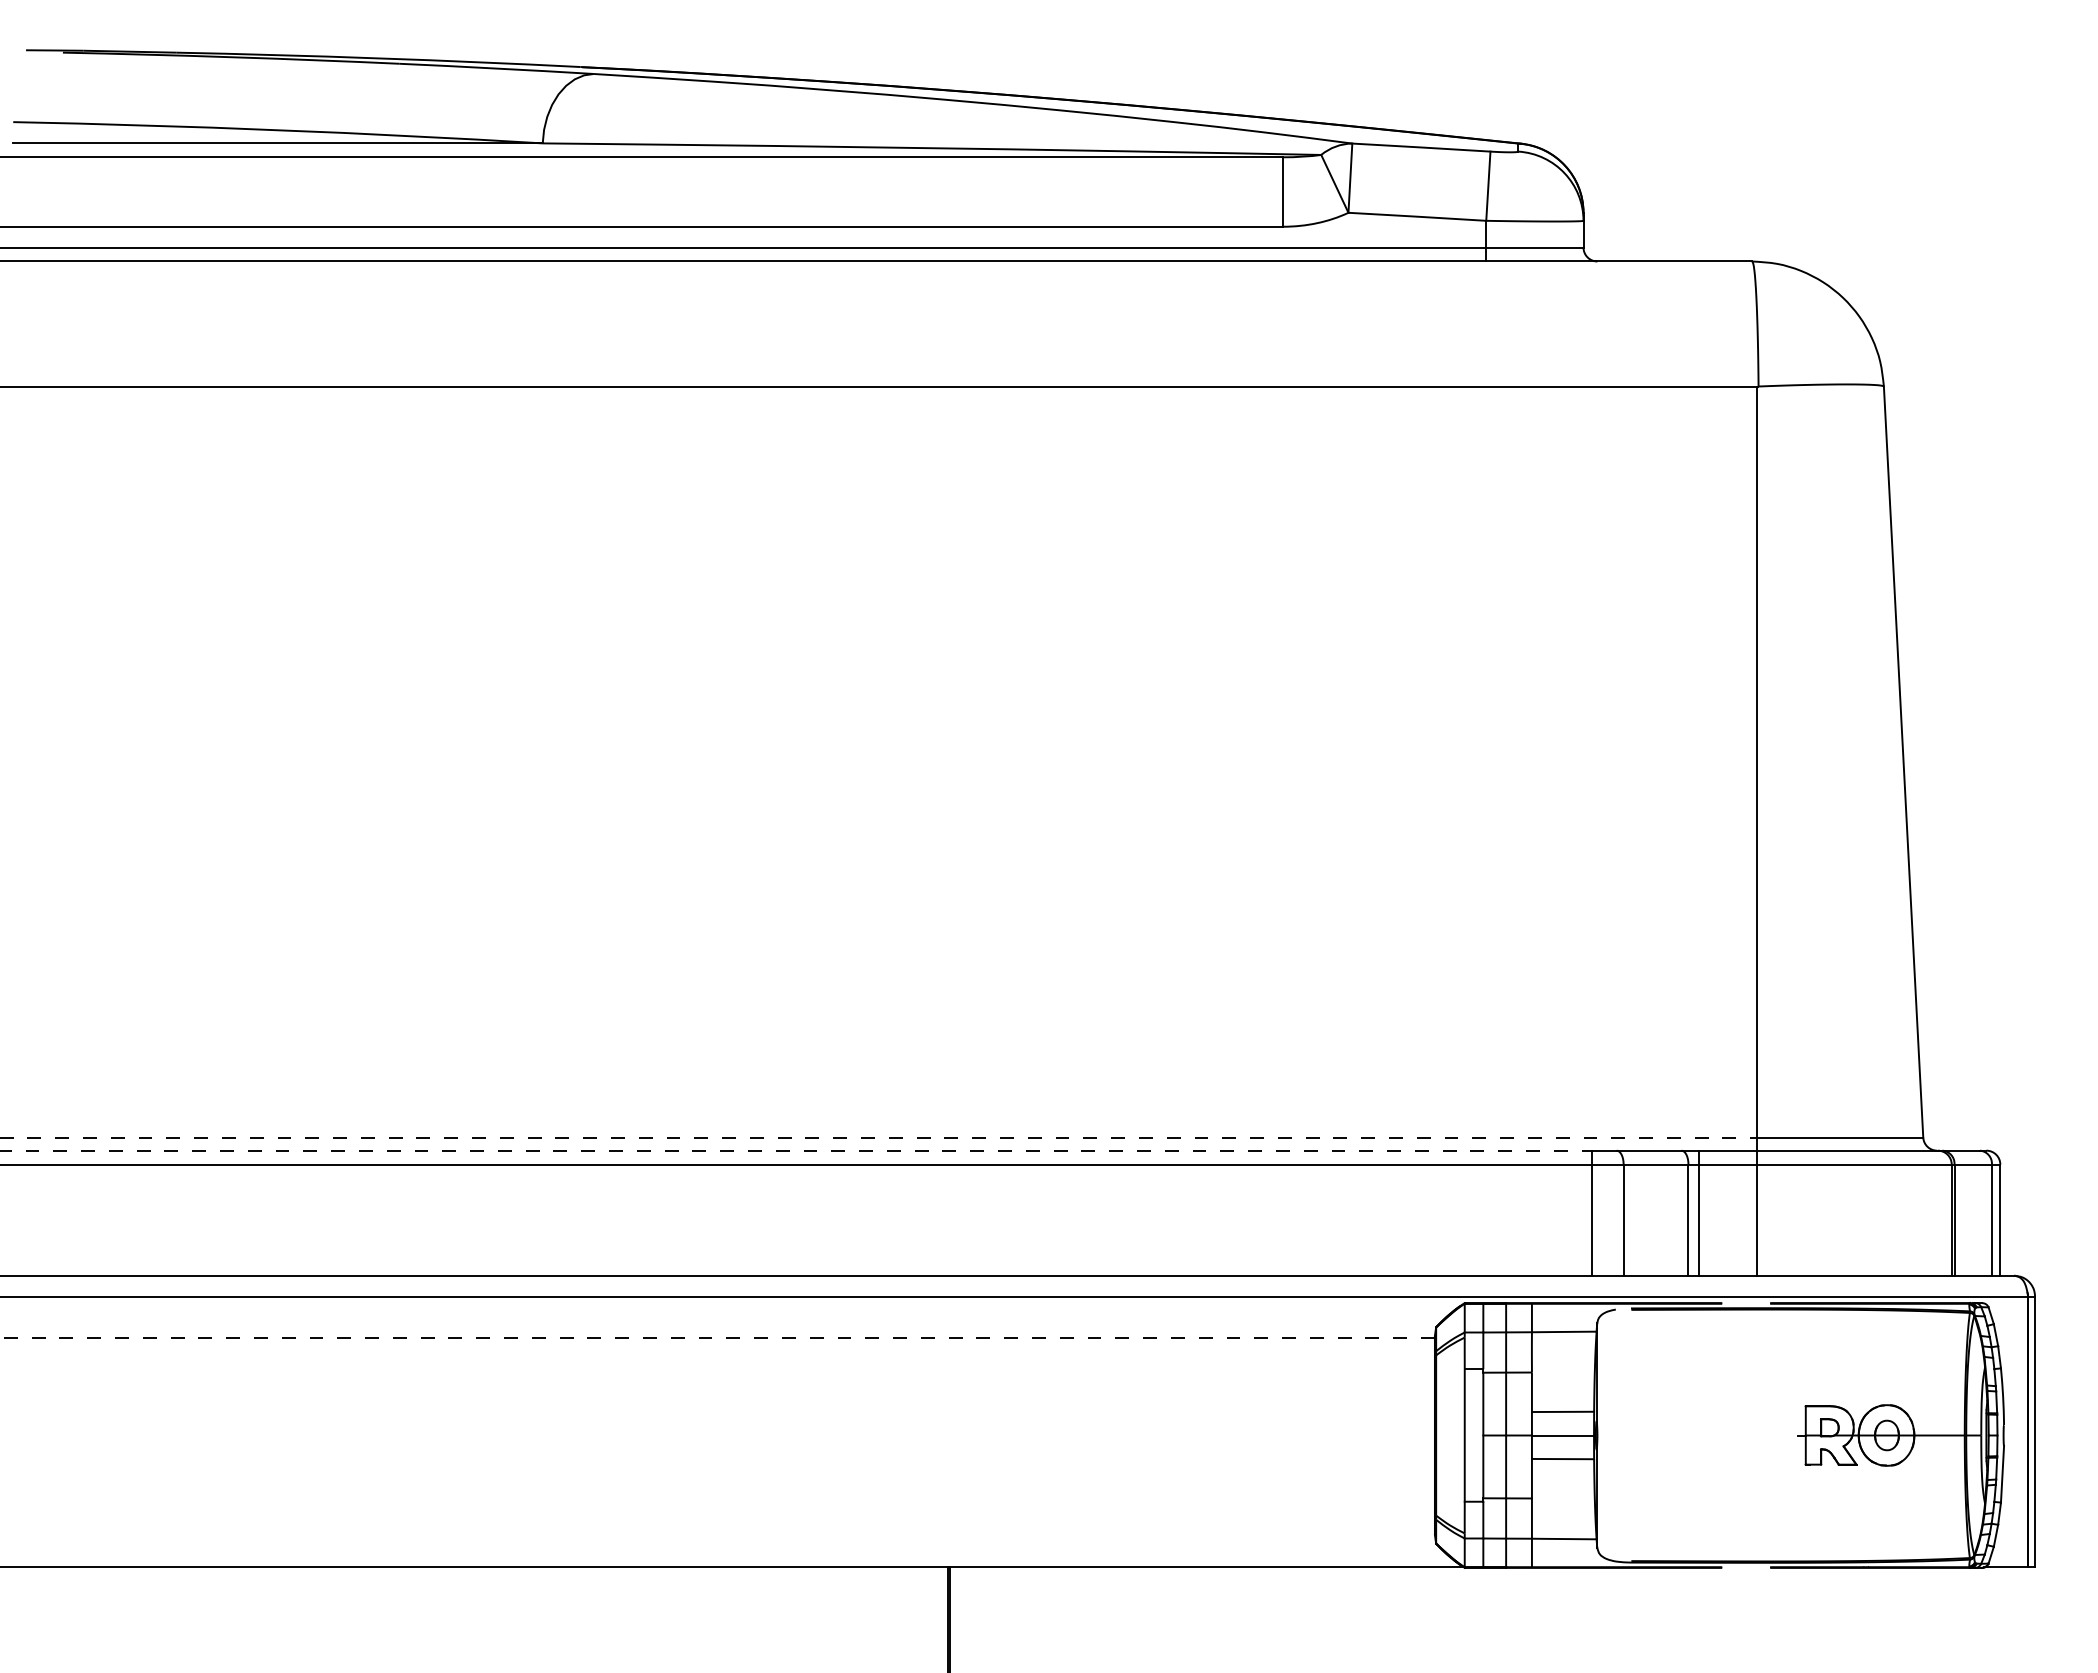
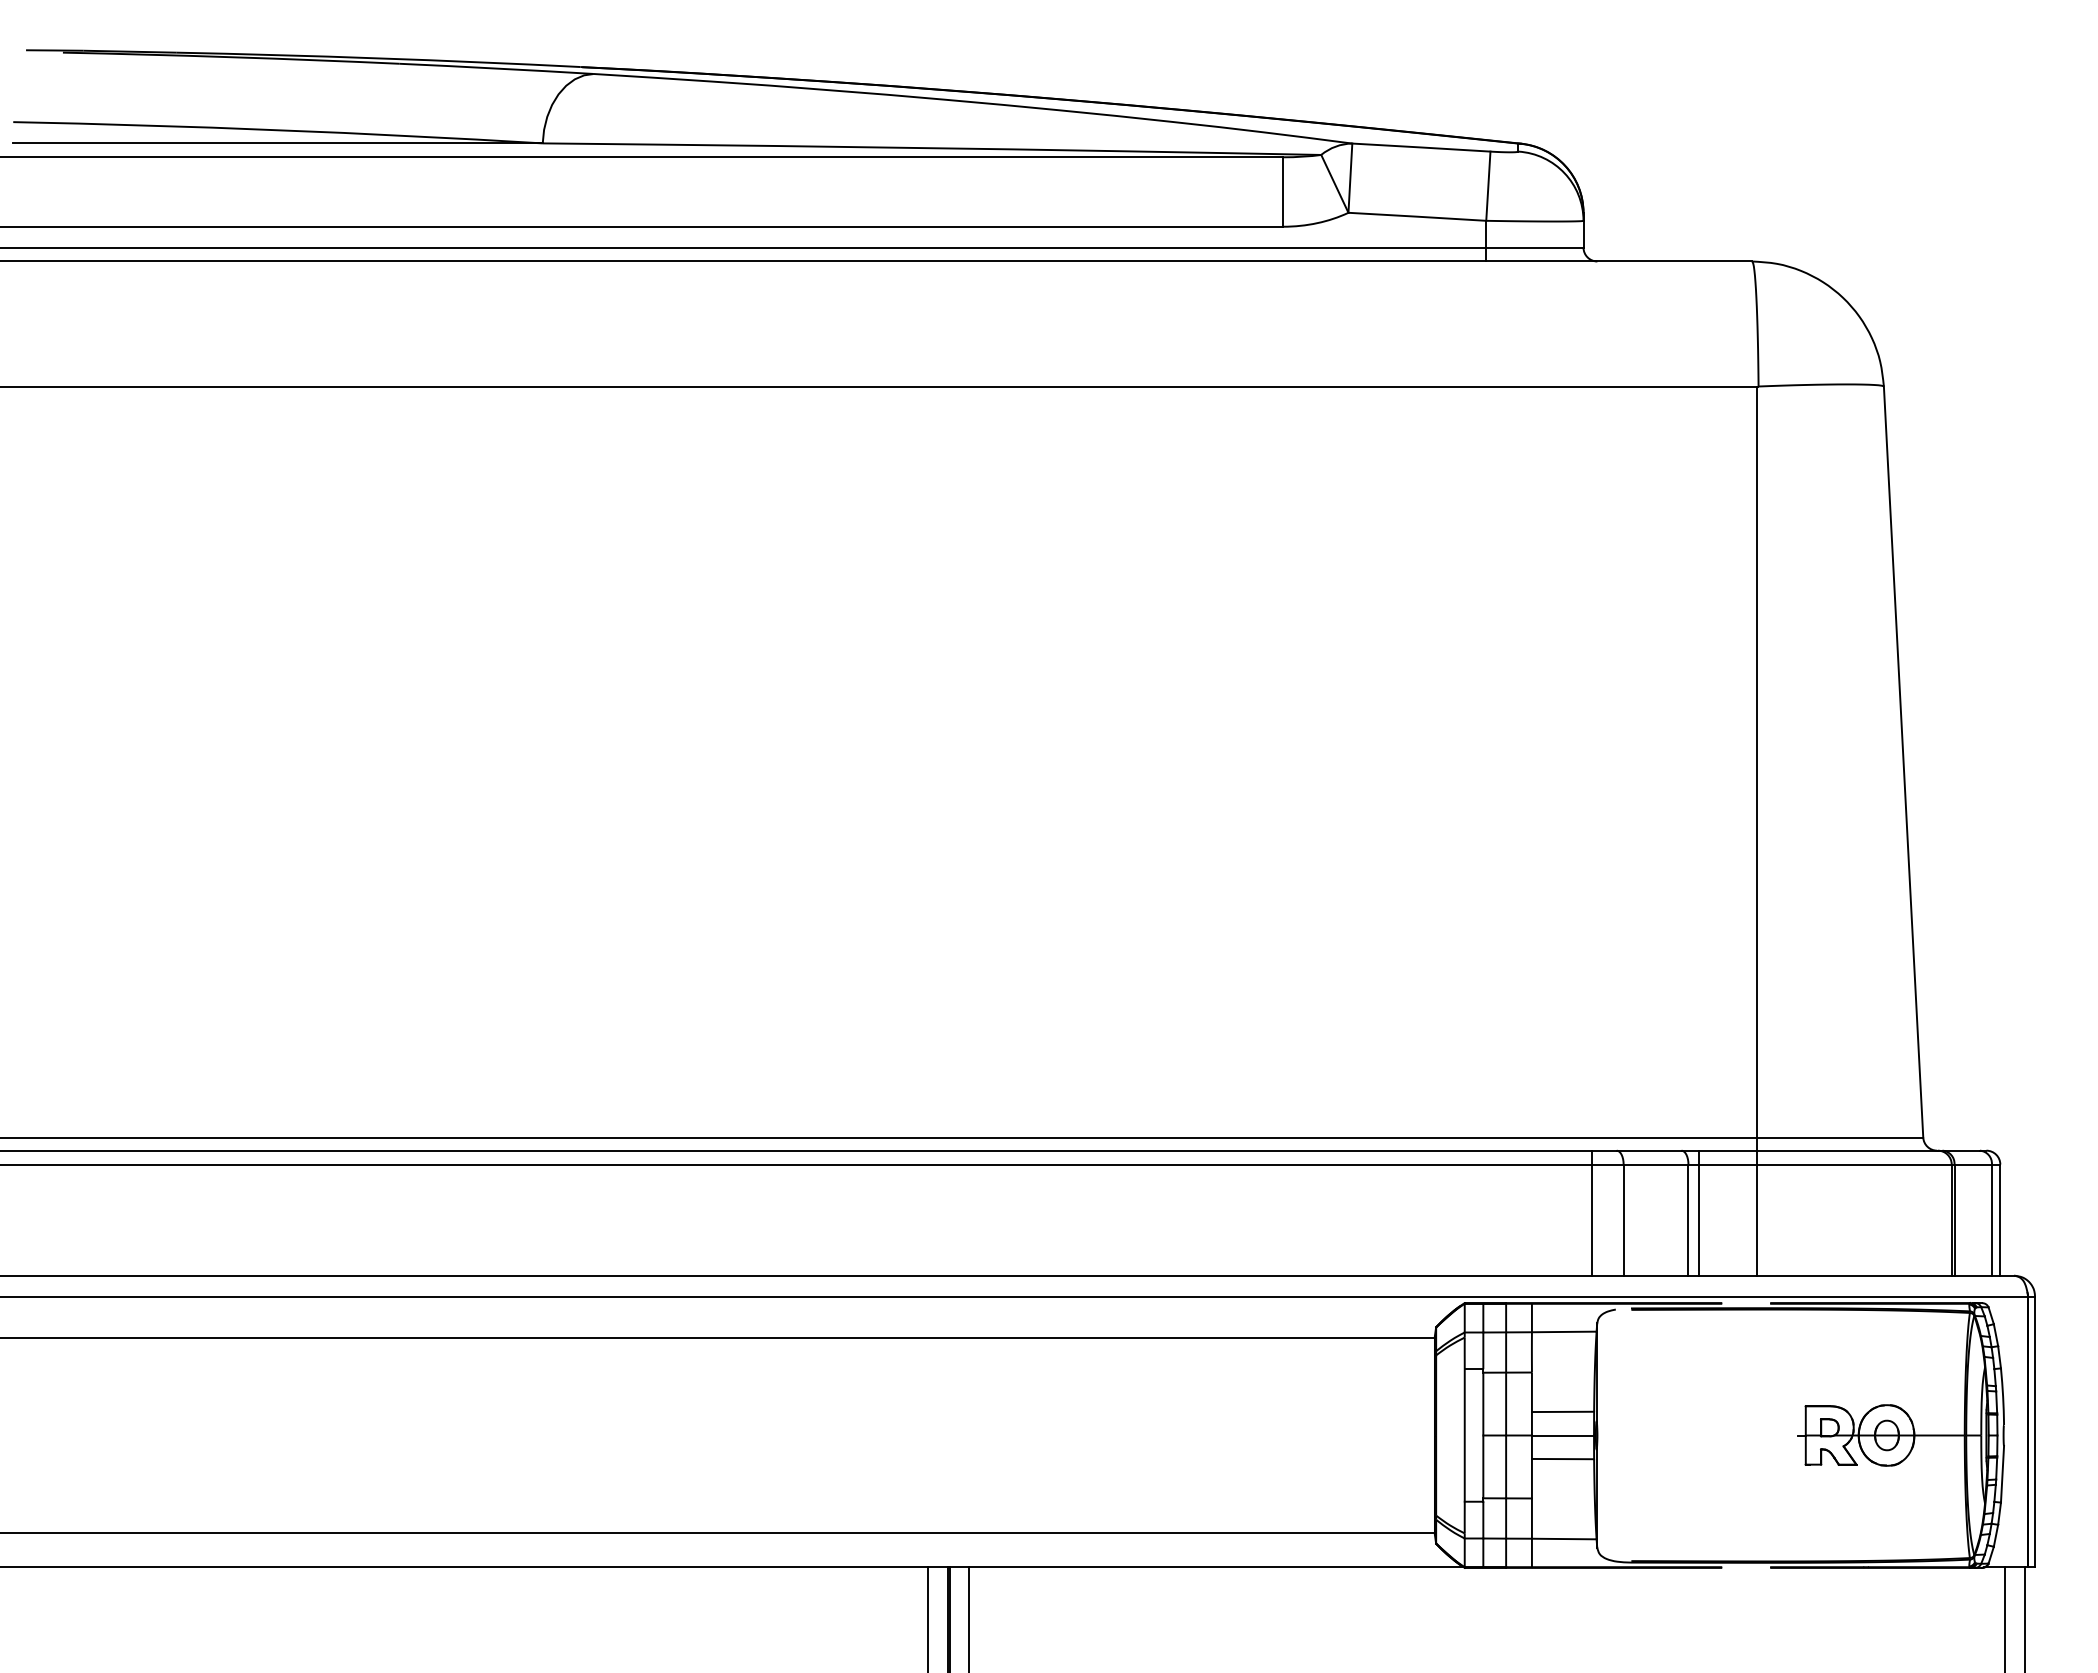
line at (879, 1137): dashed -> solid
line at (796, 1150): dashed -> solid
line at (717, 1338): dashed -> solid
line at (718, 1532): none -> present
line at (928, 1618): none -> present
line at (969, 1618): none -> present
line at (2005, 1618): none -> present
line at (2024, 1618): none -> present
